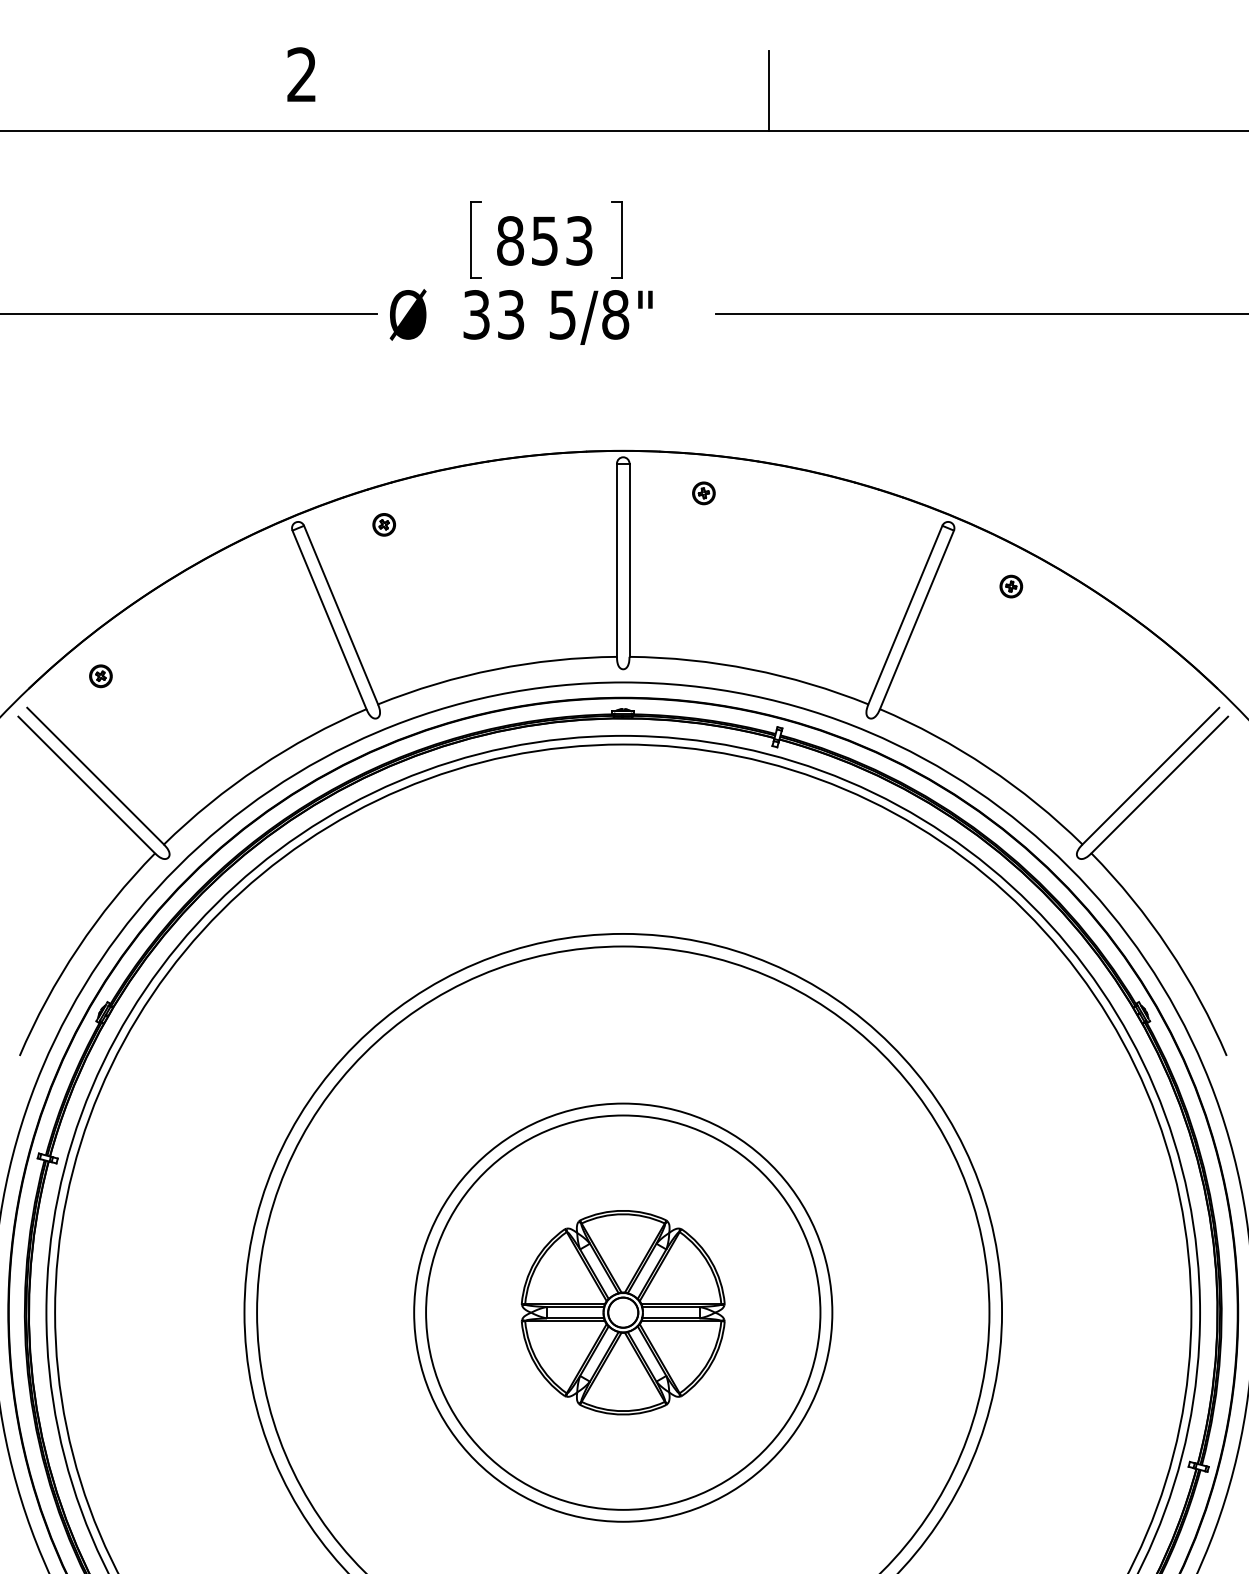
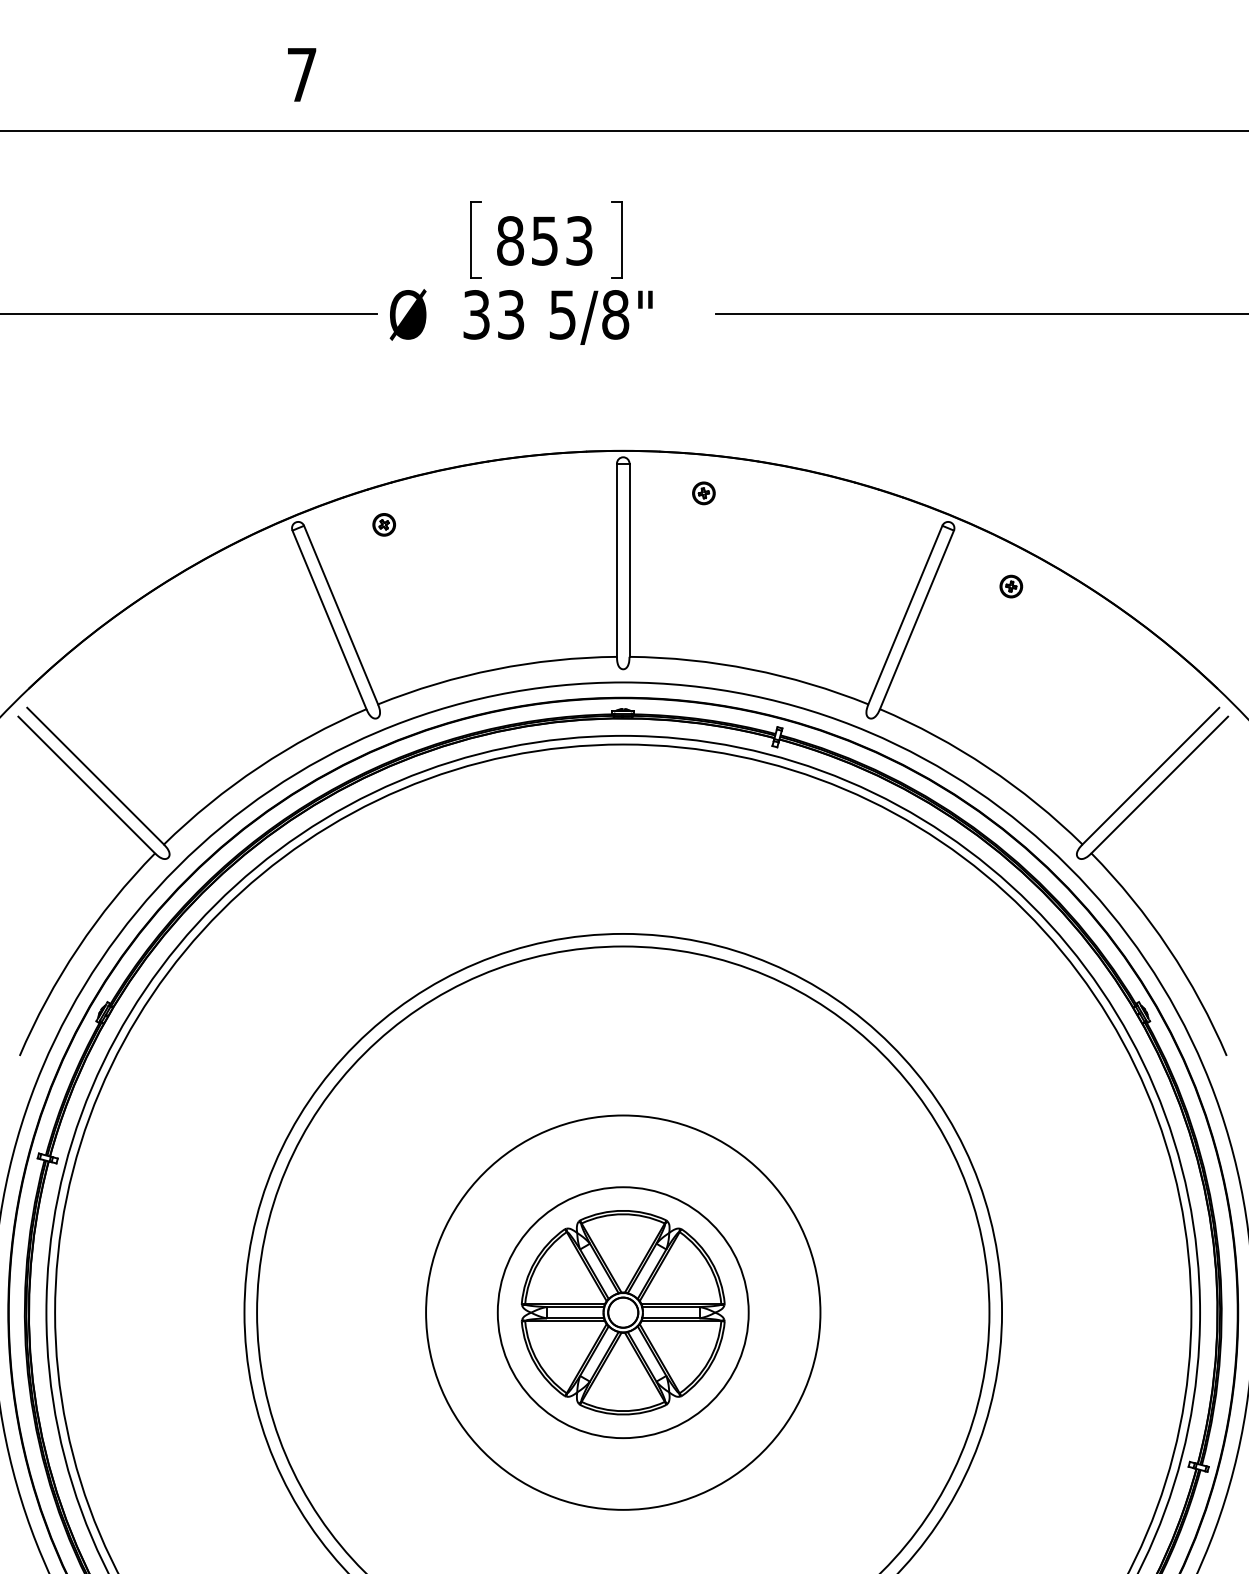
text at (301, 74): 2 -> 7
line at (769, 90): present -> none
part at (100, 676): present -> none
circle at (623, 1312) diameter: 418 px -> 251 px
